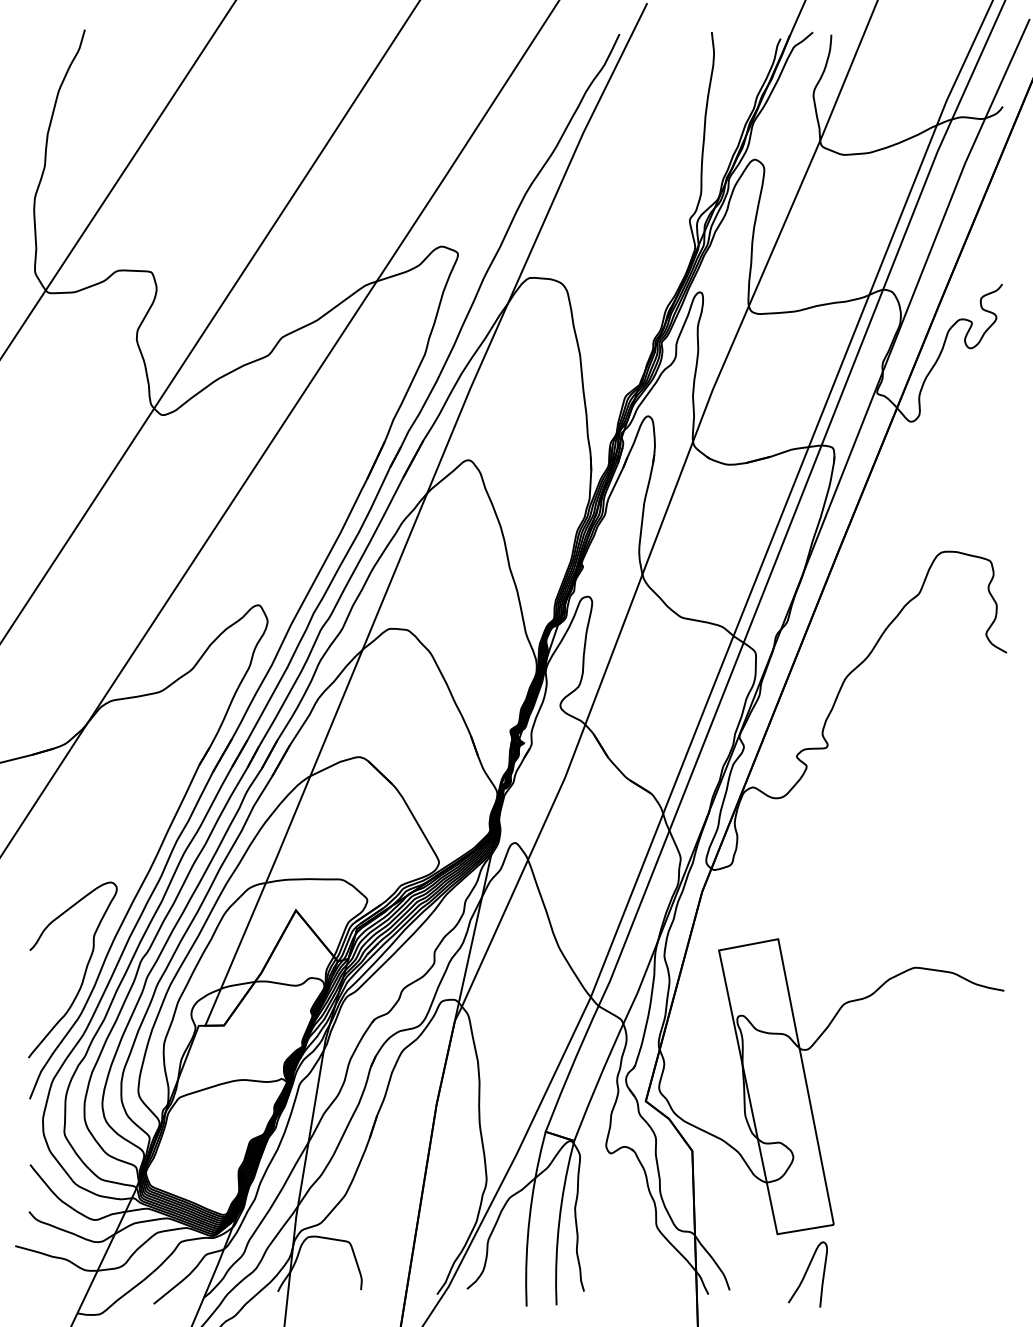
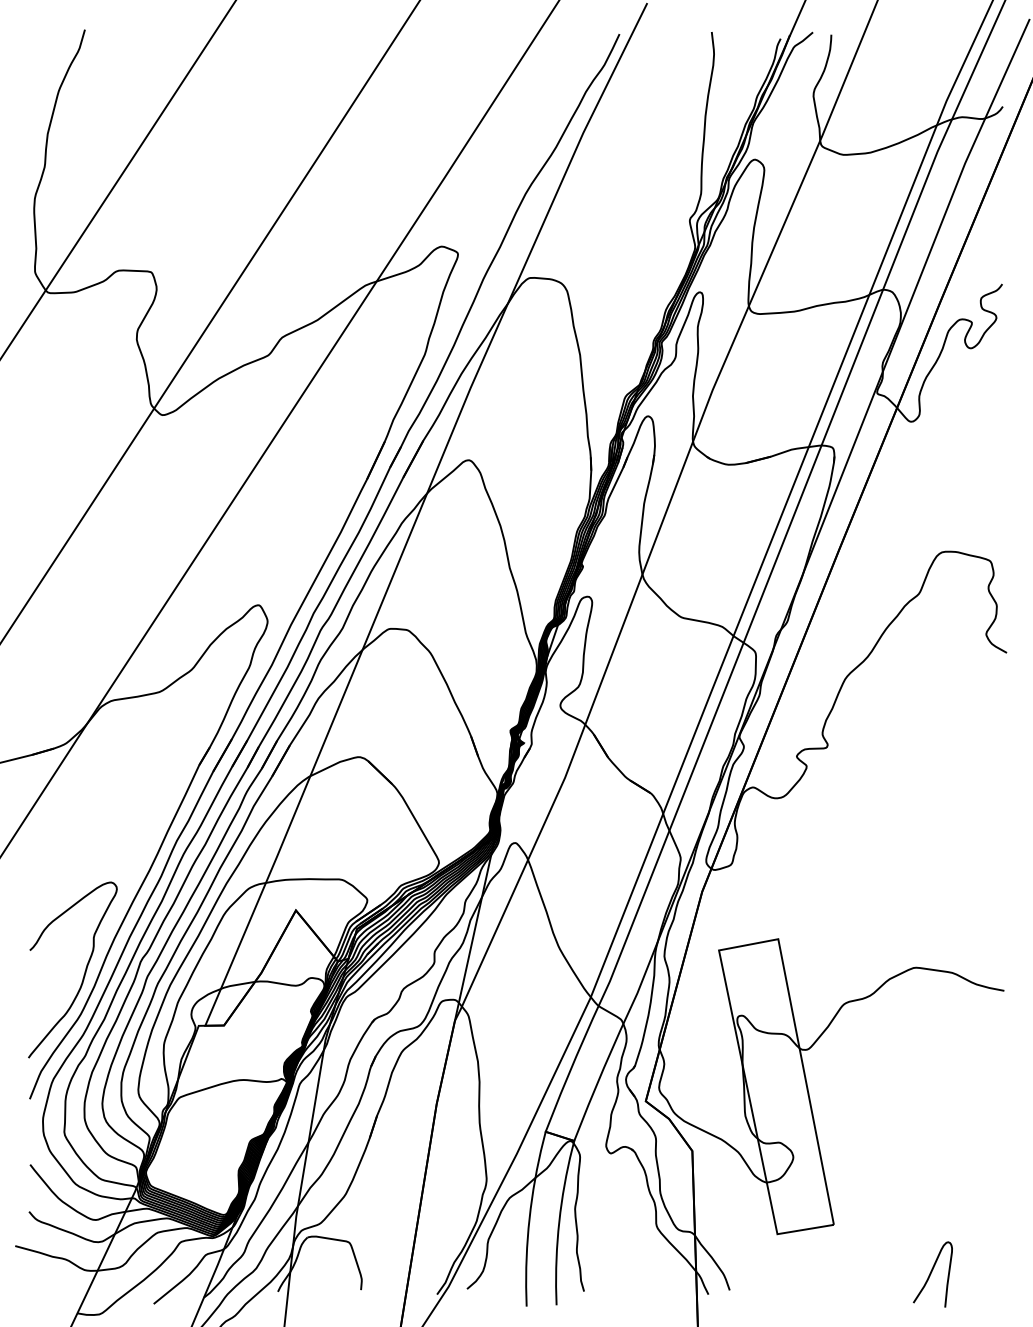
curve at (806, 1274) position: (806, 1274) -> (931, 1274)
